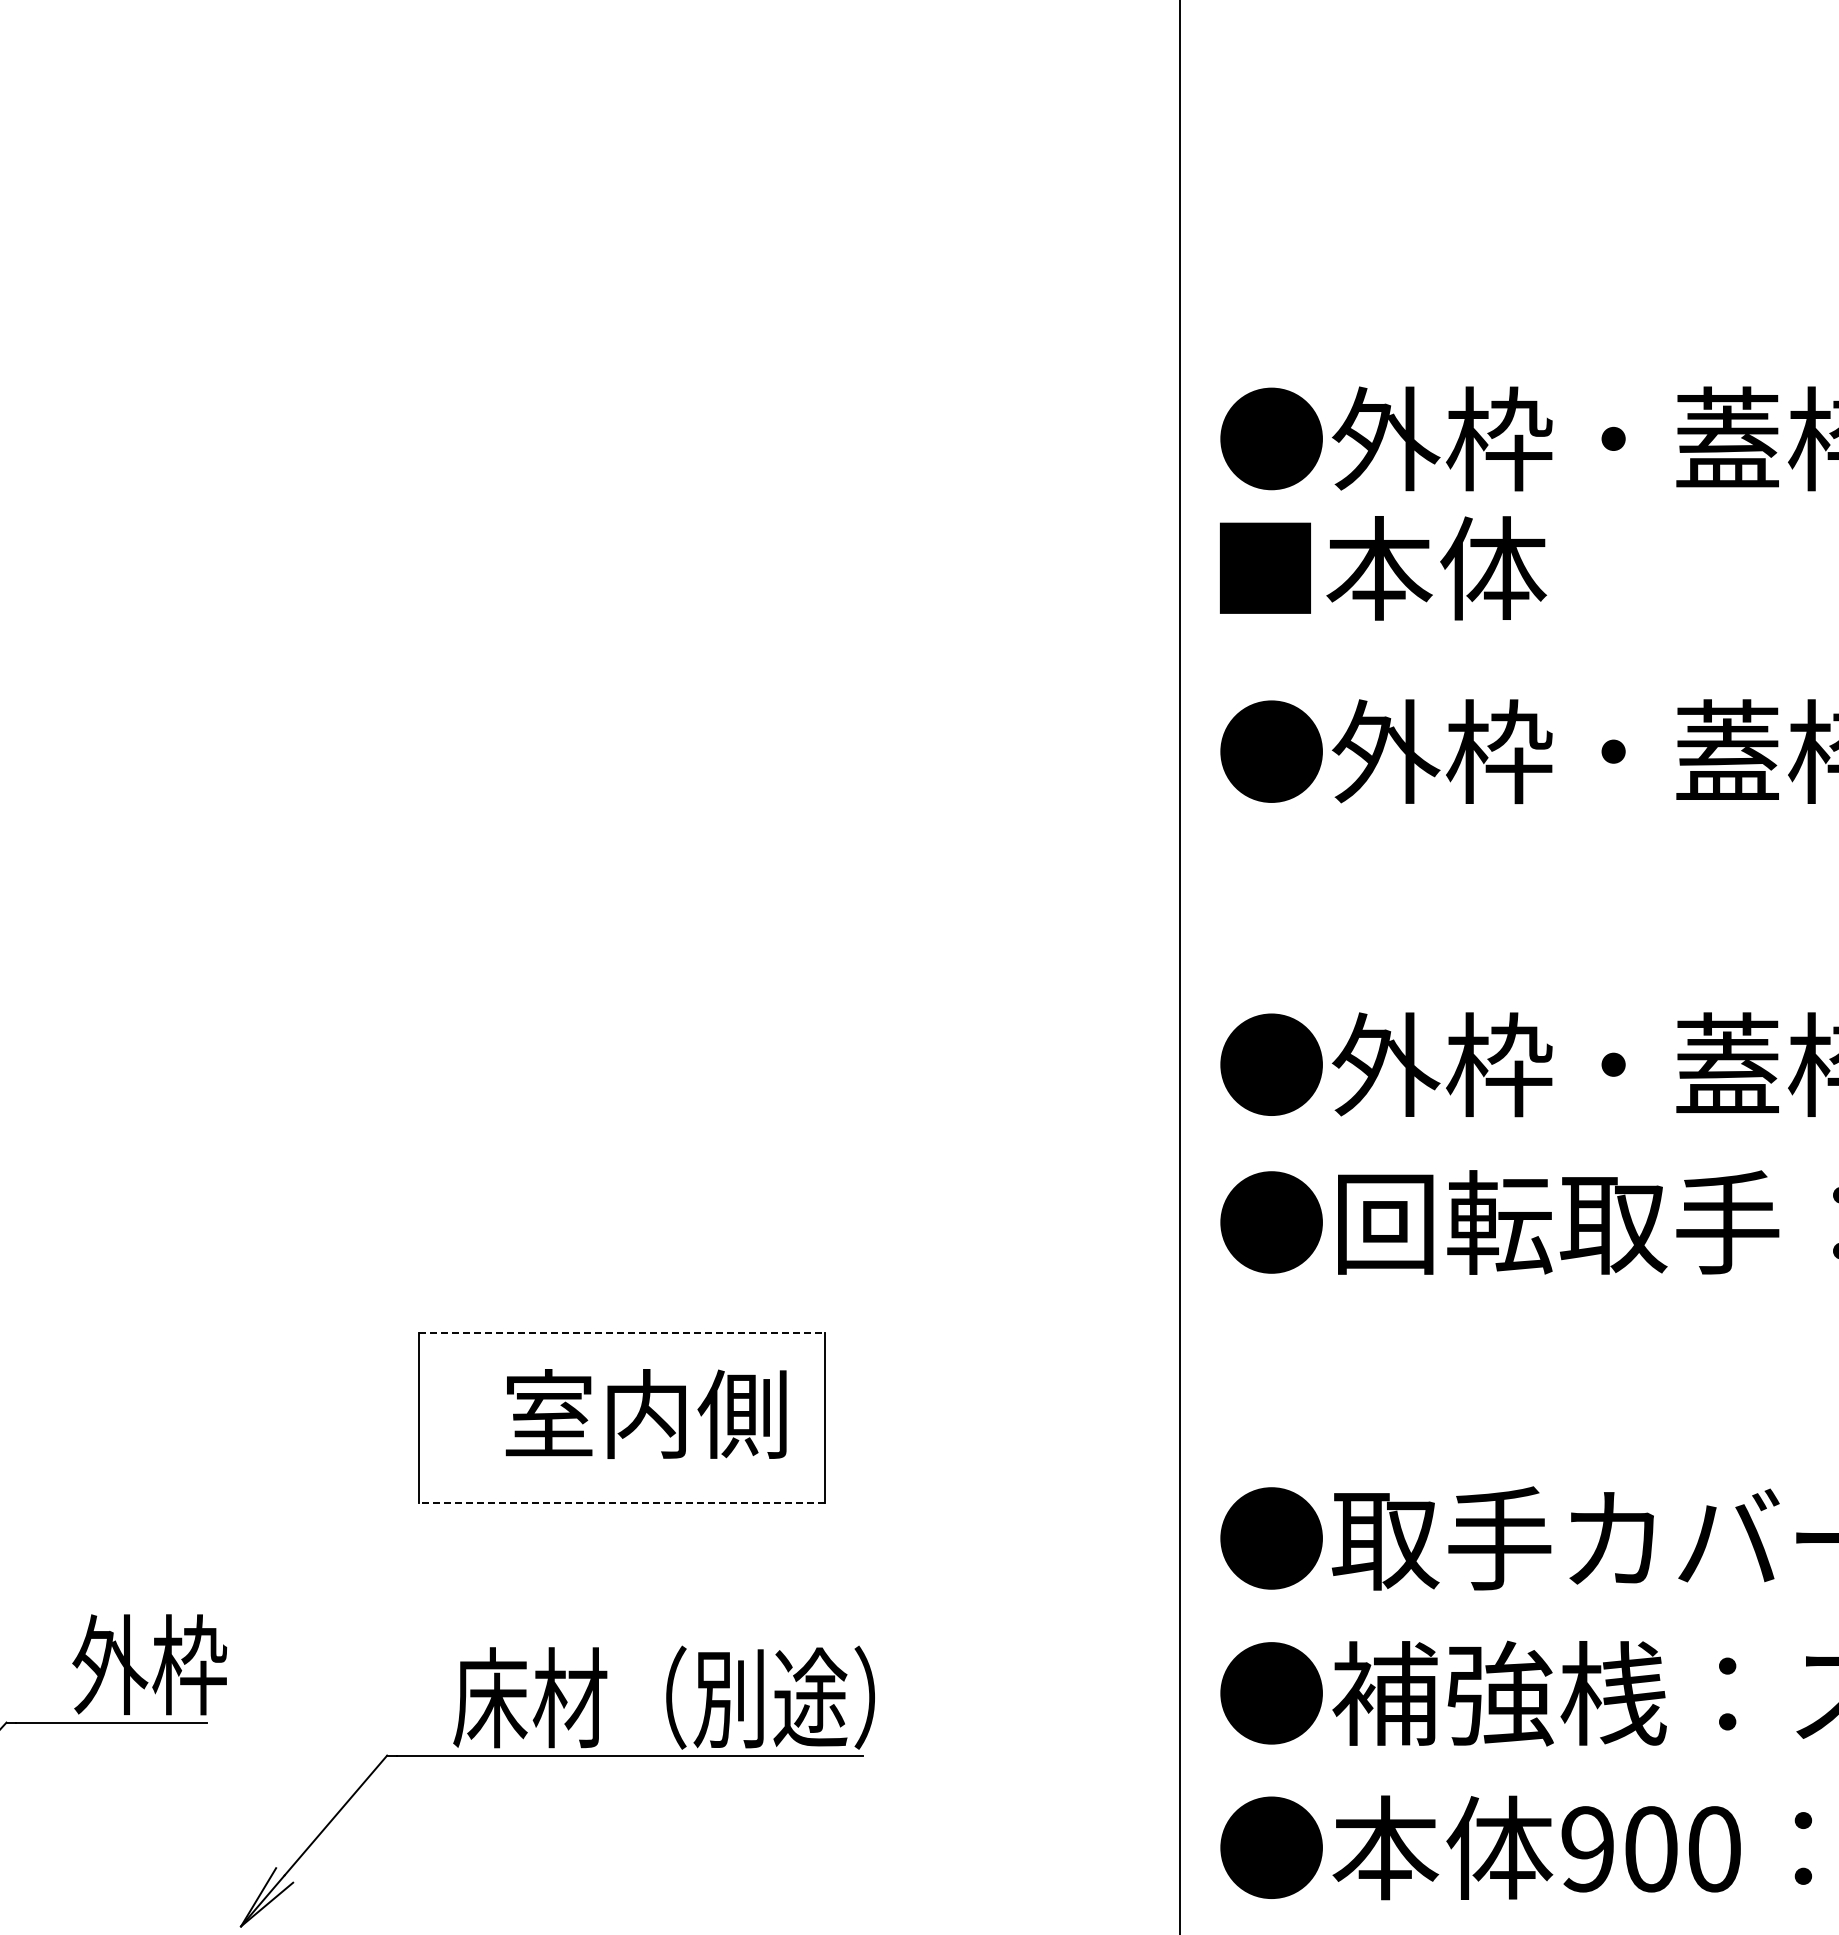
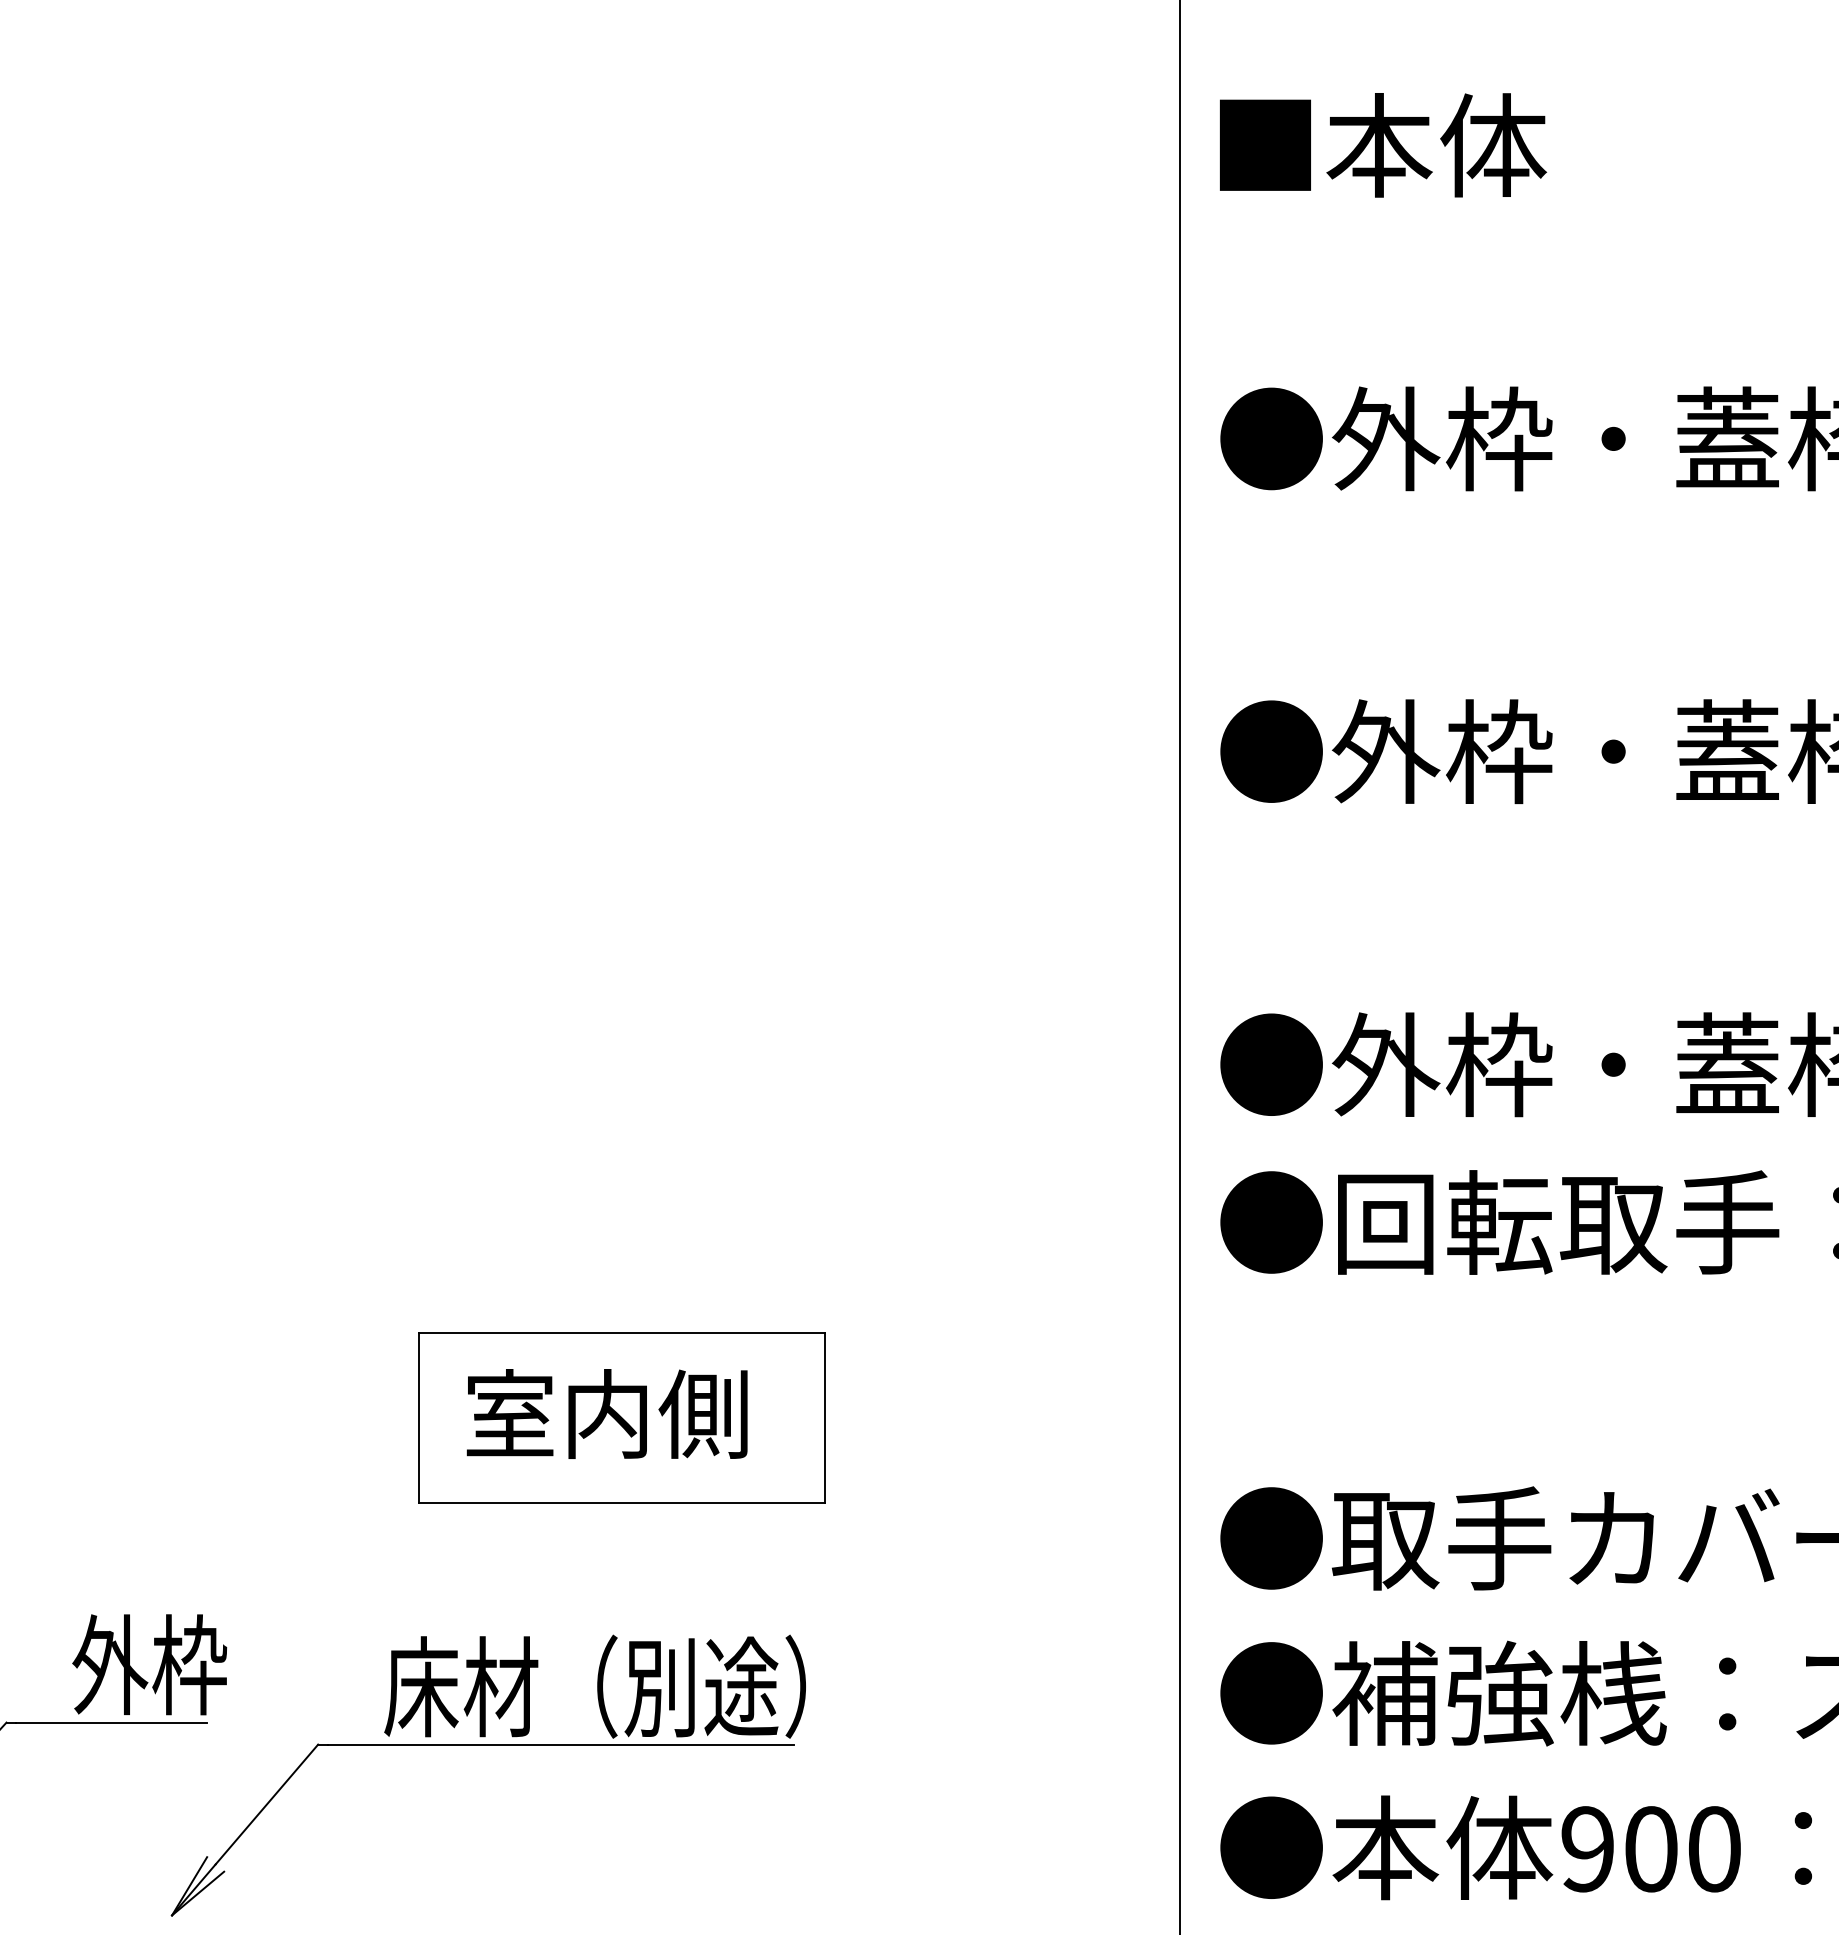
text at (1383, 568) position: (1383, 568) -> (1383, 145)
line at (621, 1333): dashed -> solid
text at (645, 1413) position: (645, 1413) -> (606, 1413)
line at (621, 1503): dashed -> solid
part at (556, 1756) position: (556, 1756) -> (487, 1745)
